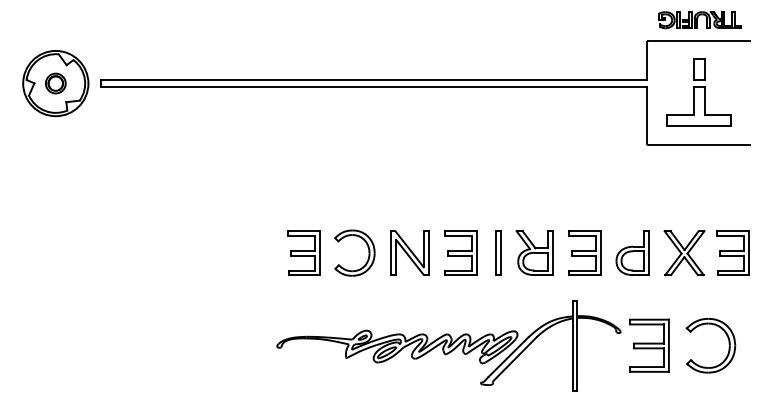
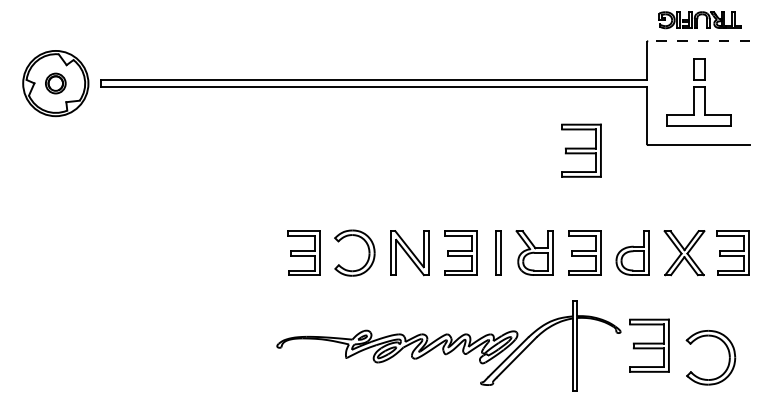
line at (698, 41): solid -> dashed
part at (581, 150): none -> present
part at (728, 344) position: (728, 344) -> (728, 356)
